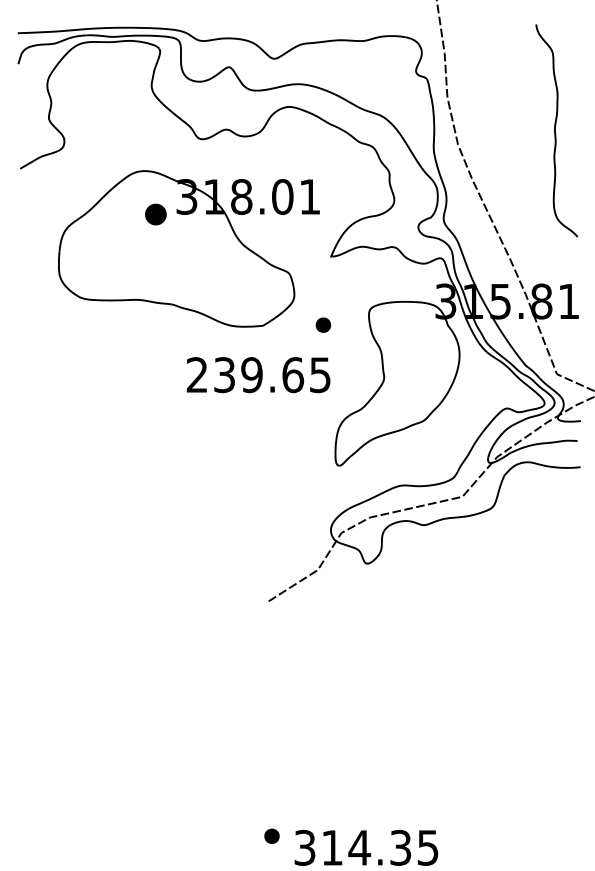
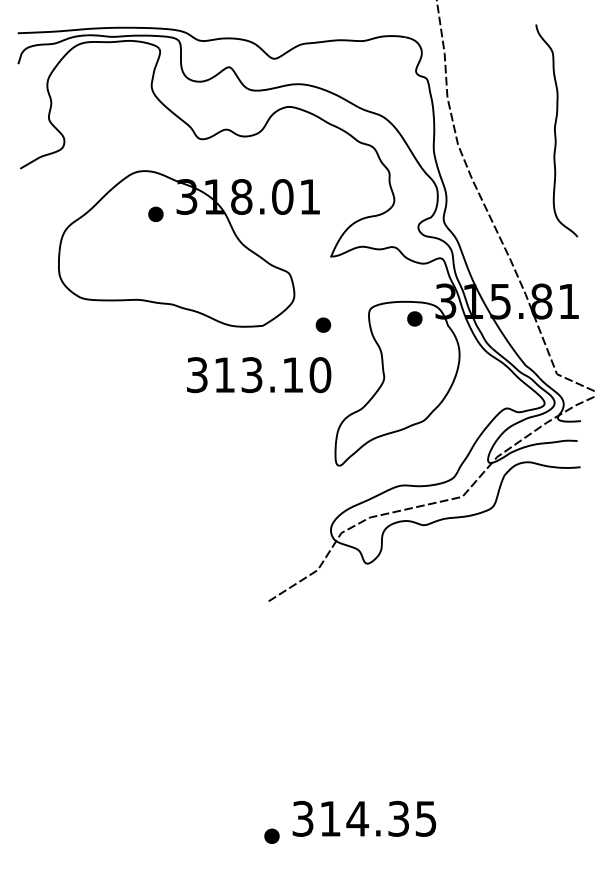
part at (155, 214) size: 22x23 px -> 16x16 px
part at (414, 318): none -> present
text at (258, 375): 239.65 -> 313.10
text at (366, 847) position: (366, 847) -> (364, 818)
